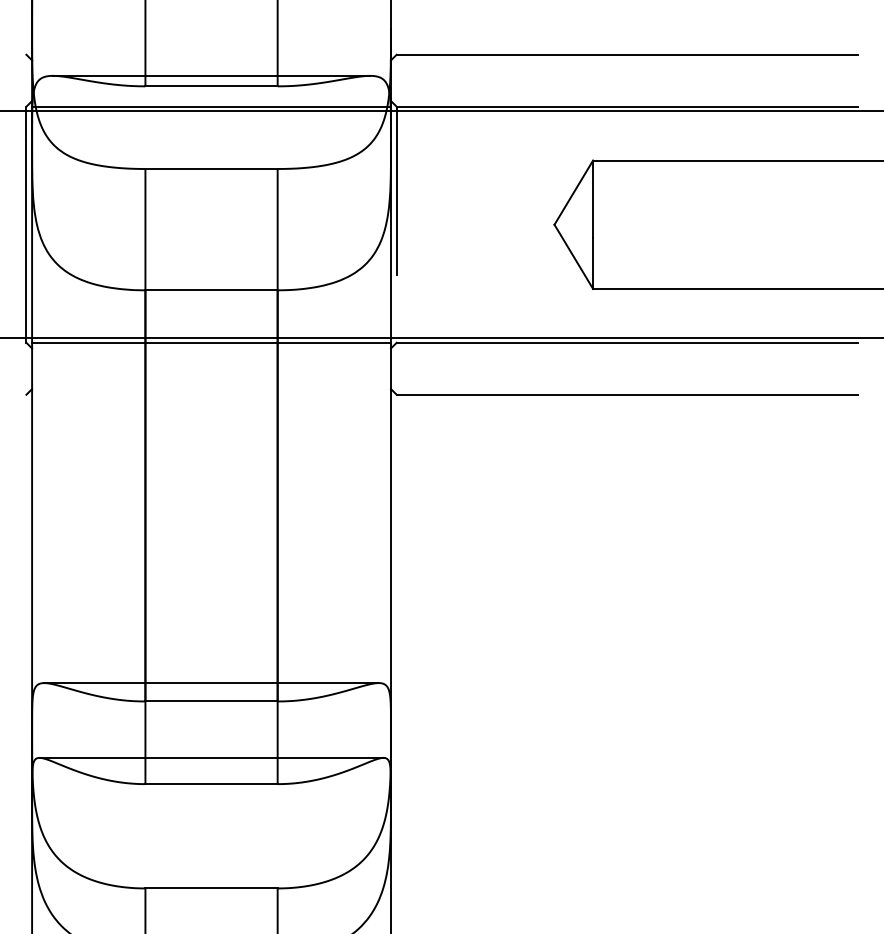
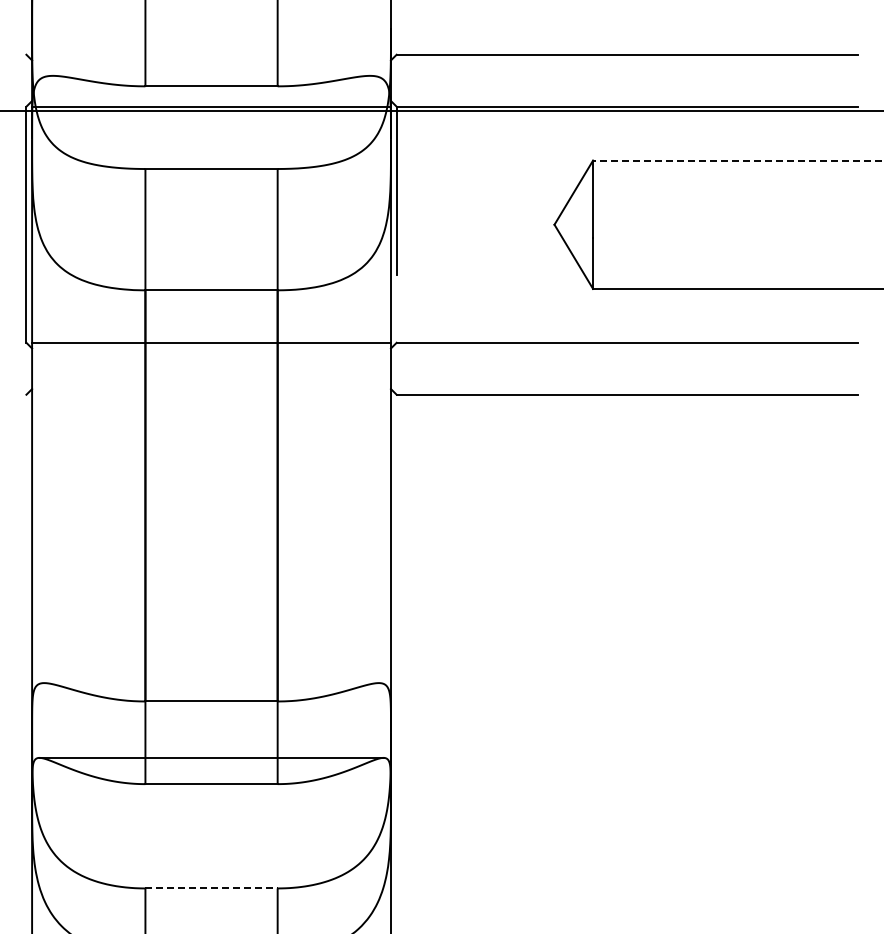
line at (211, 75): present -> none
line at (737, 160): solid -> dashed
line at (441, 338): present -> none
line at (211, 683): present -> none
line at (212, 888): solid -> dashed
